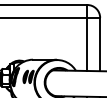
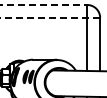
line at (44, 5): solid -> dashed
line at (50, 17): solid -> dashed
